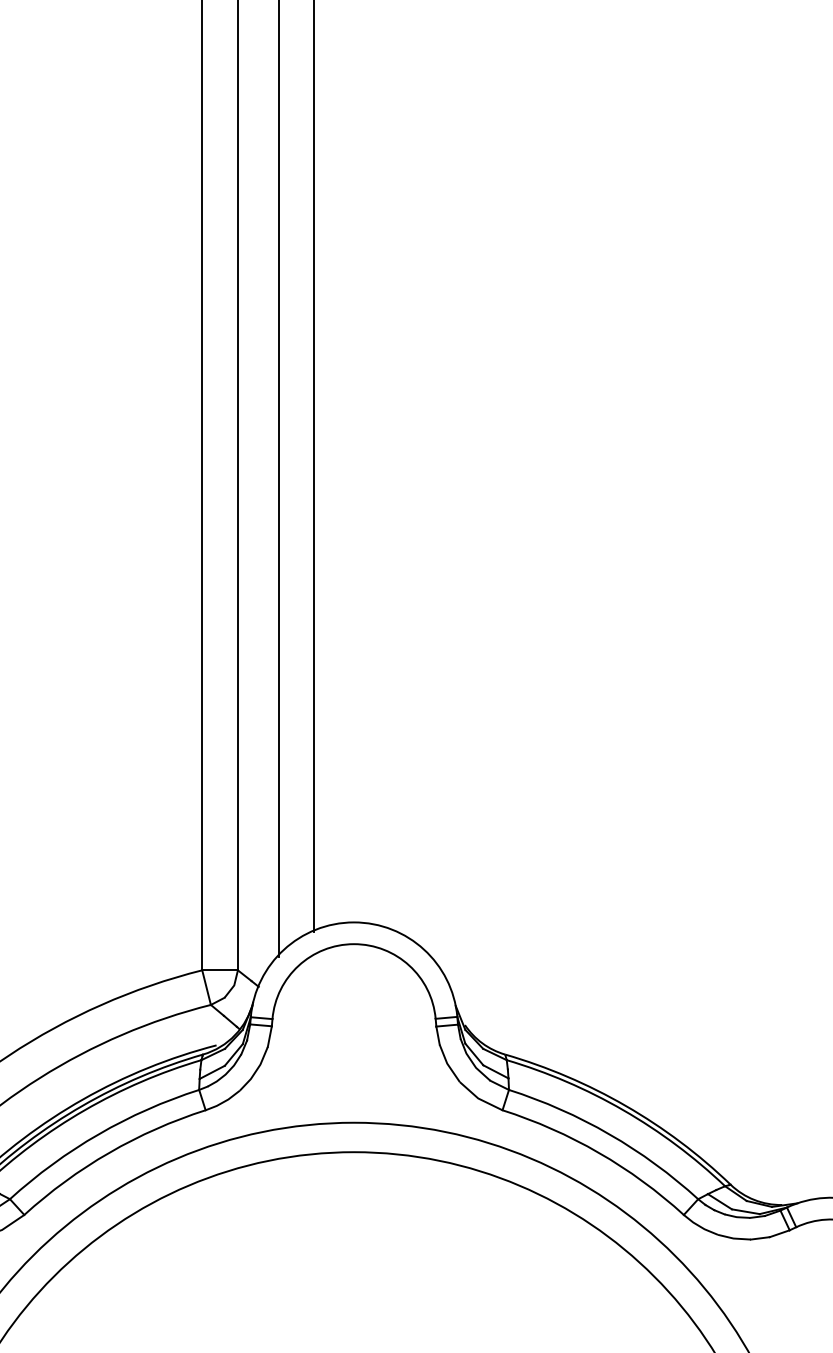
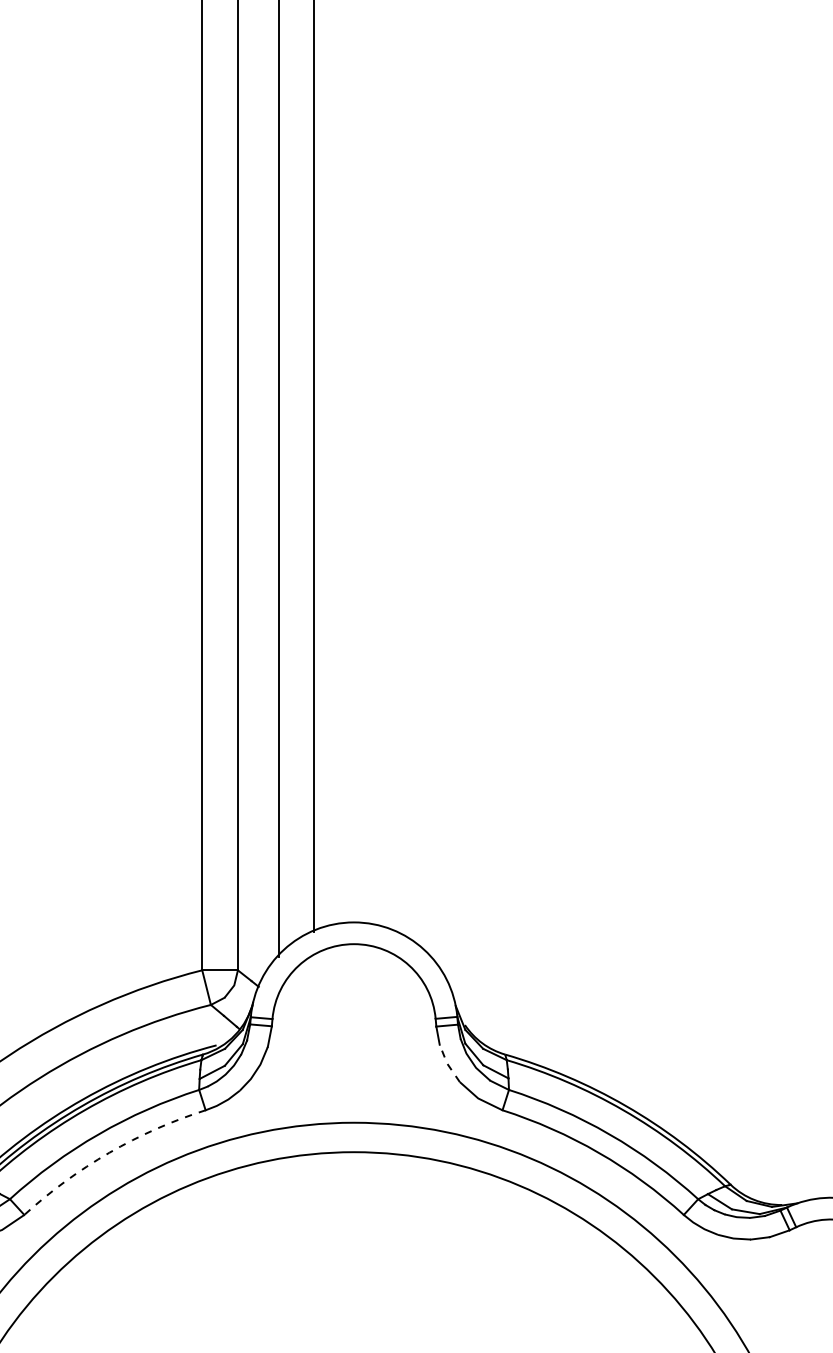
line at (447, 1063): solid -> dashed
arc at (109, 1152): solid -> dashed
